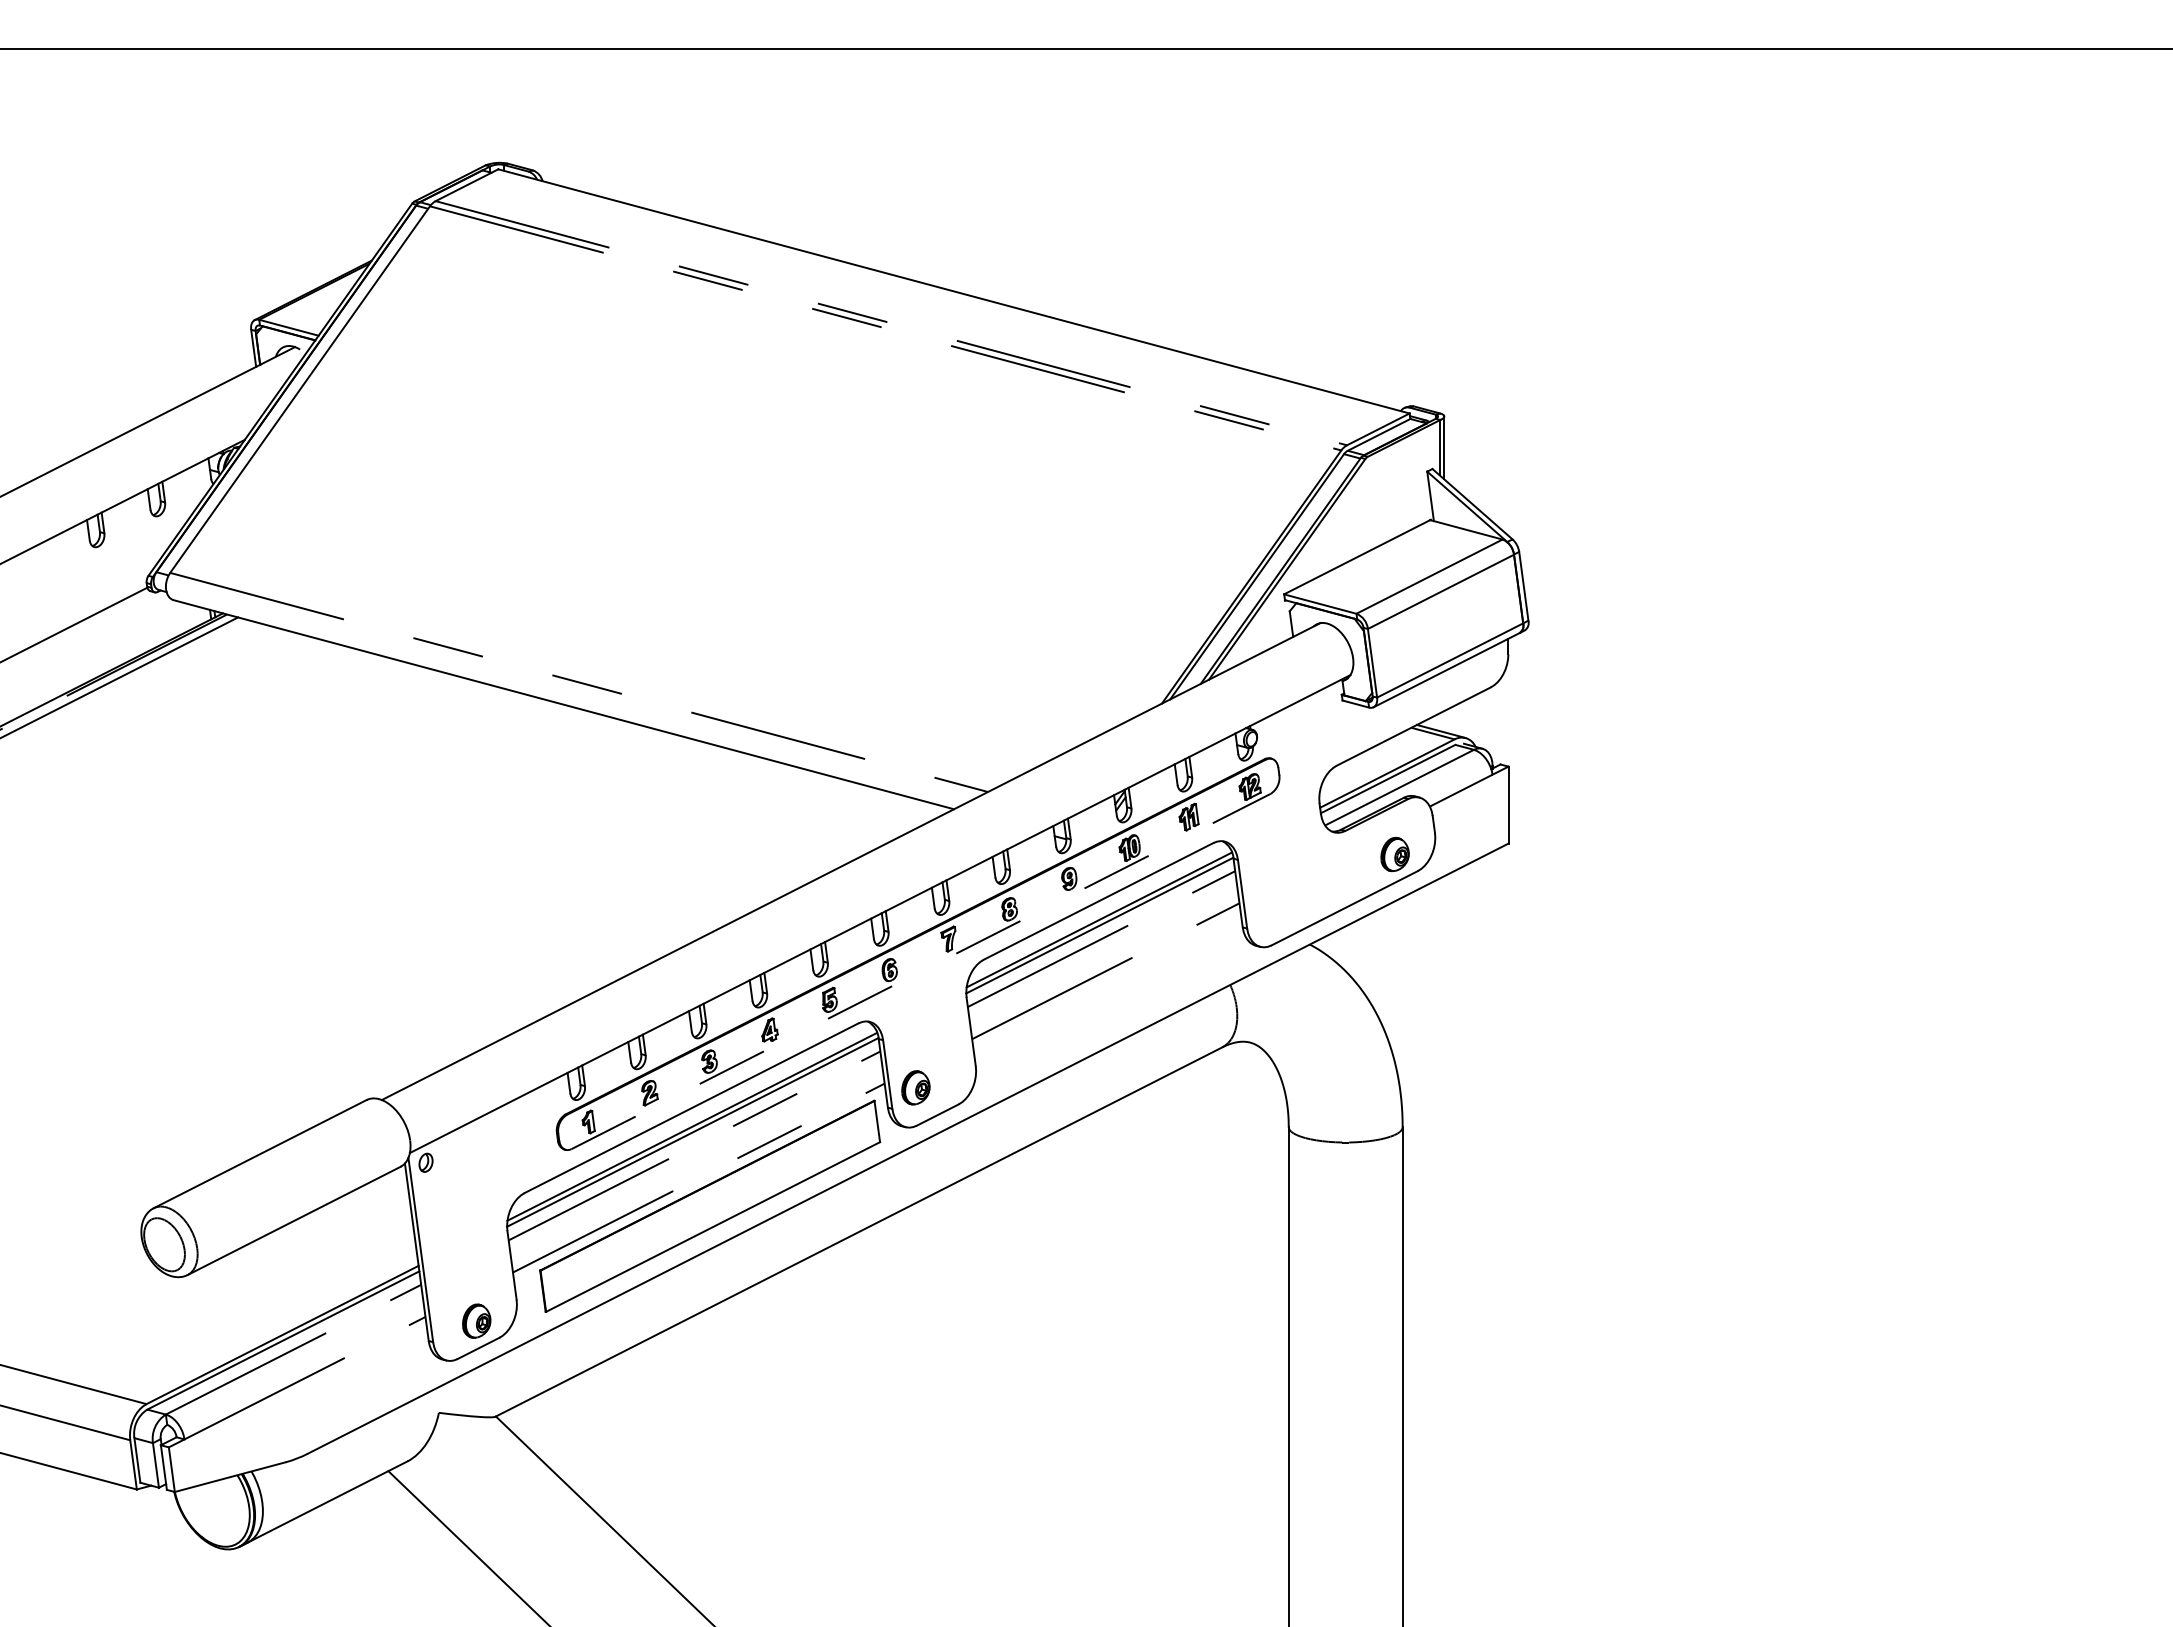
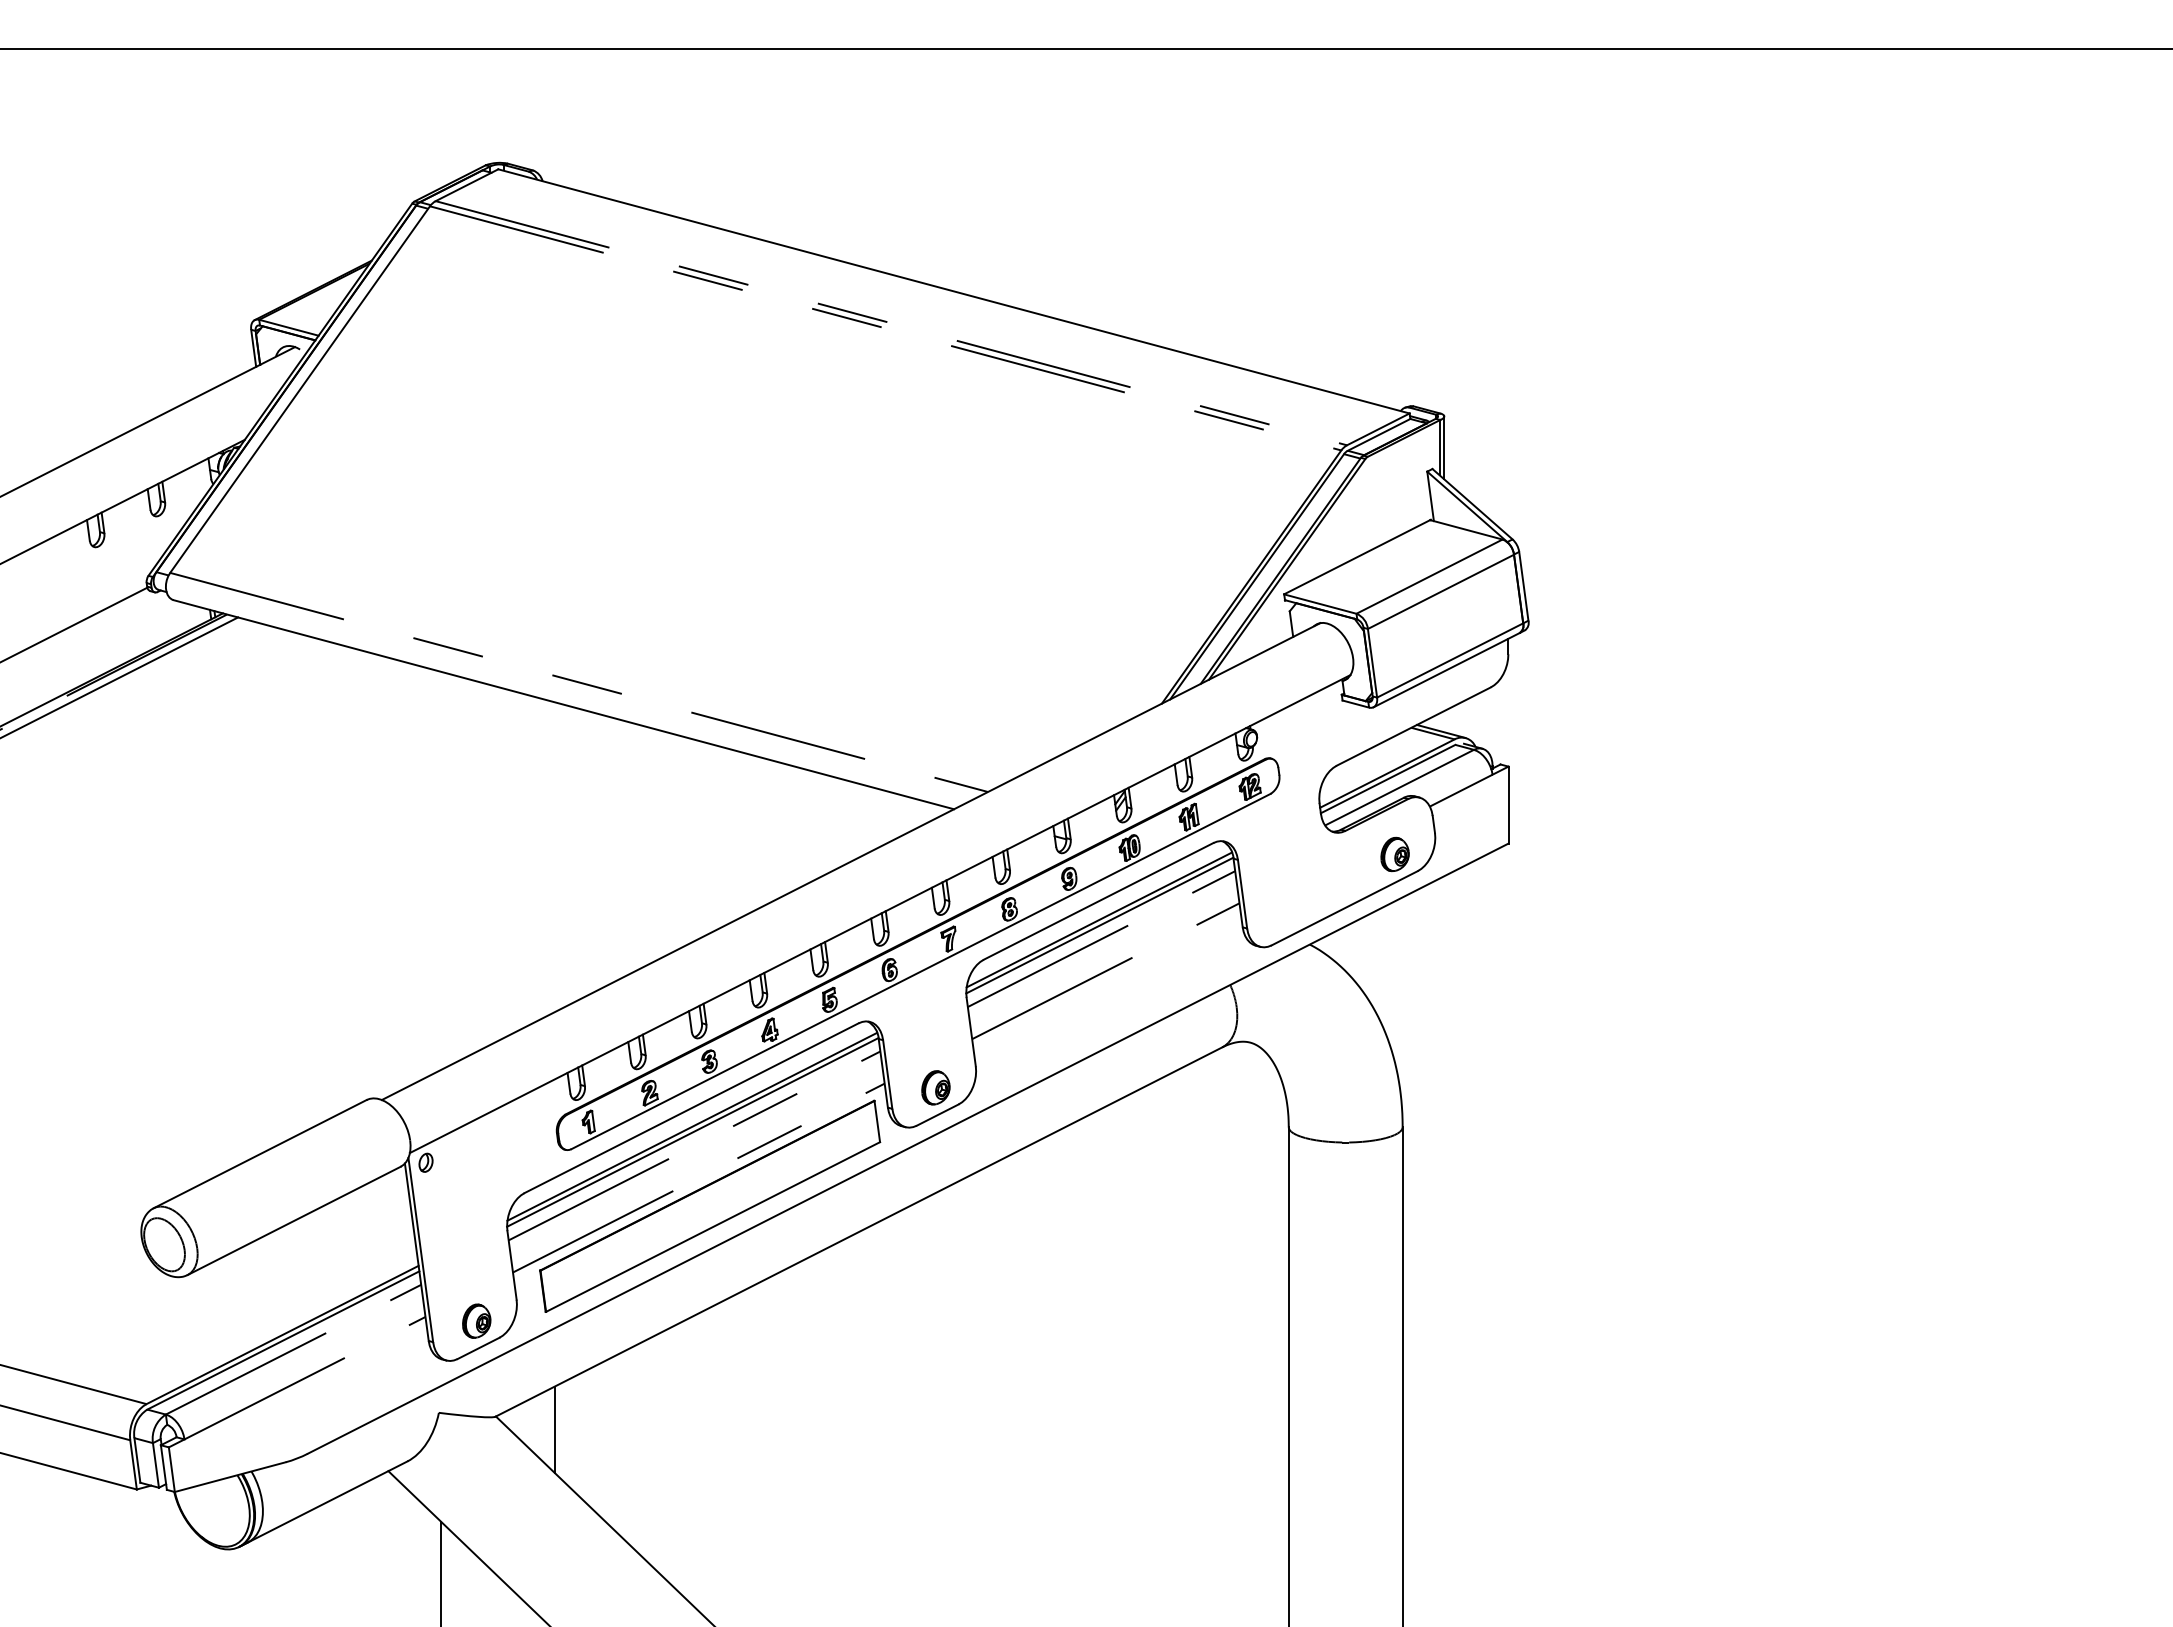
line at (921, 971): dashed -> solid
part at (915, 1087) position: (915, 1087) -> (935, 1087)
line at (554, 1429): none -> present
line at (441, 1572): none -> present
